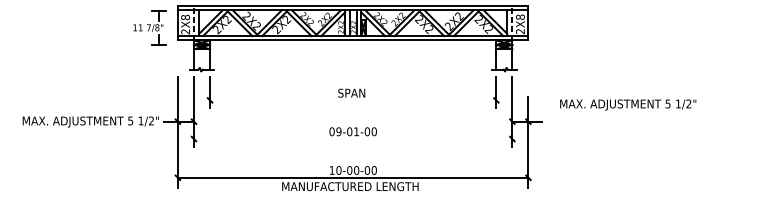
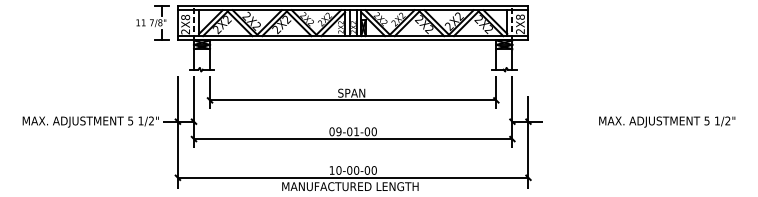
part at (149, 27) position: (149, 27) -> (152, 22)
line at (353, 100): none -> present
text at (628, 104) position: (628, 104) -> (667, 121)
line at (352, 139): none -> present
